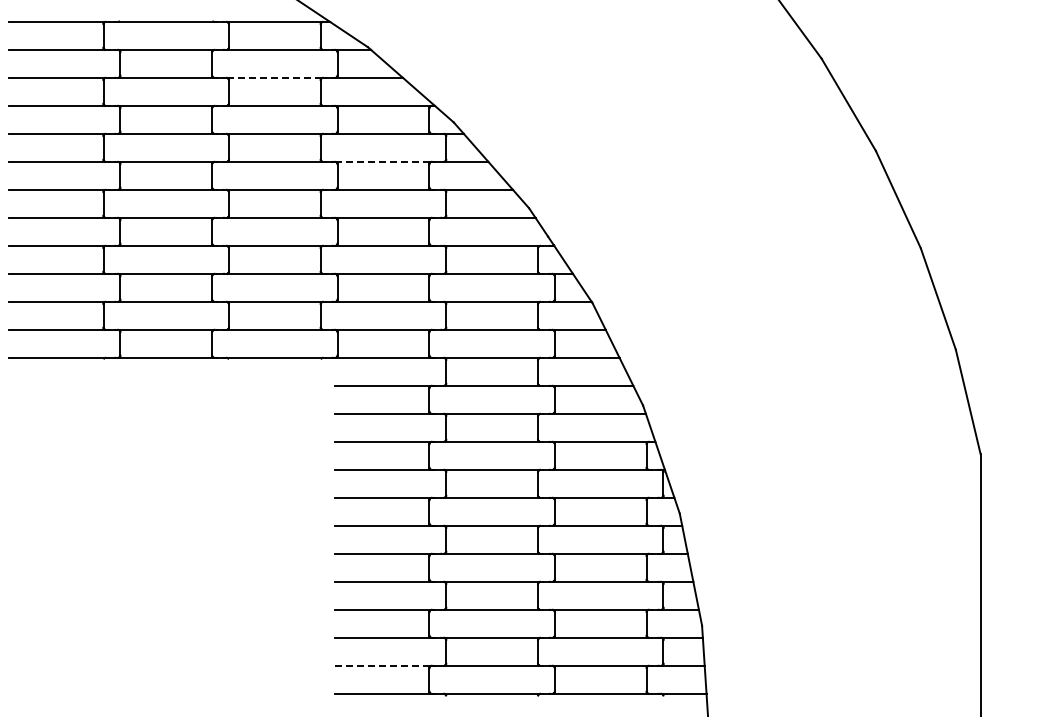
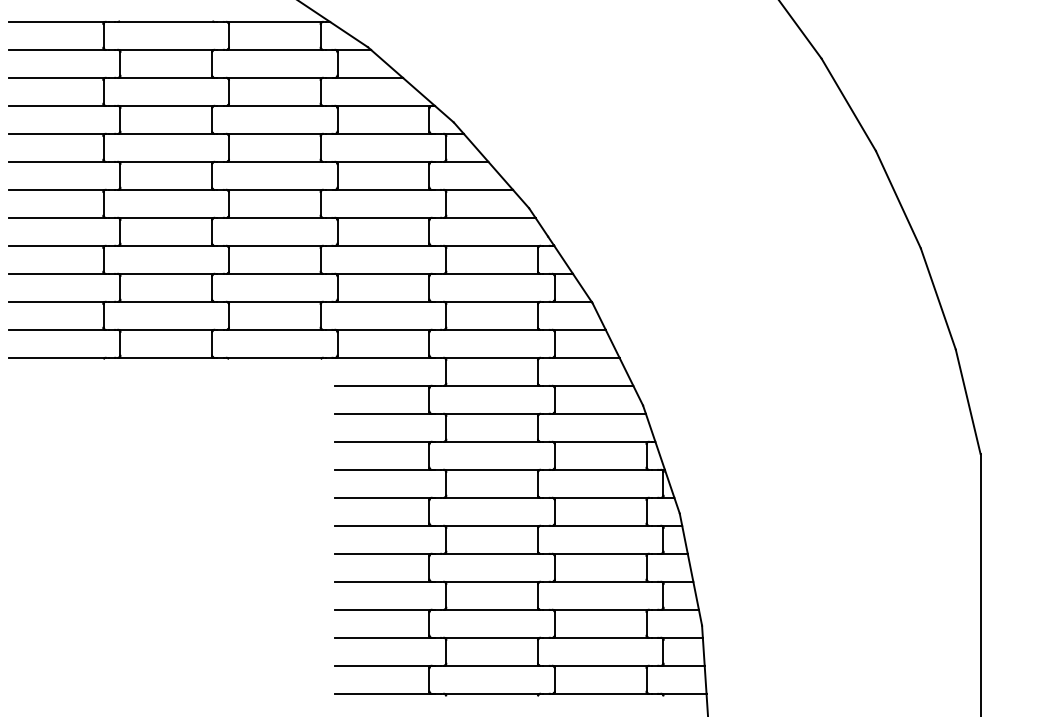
line at (275, 77): dashed -> solid
line at (383, 161): dashed -> solid
line at (383, 665): dashed -> solid
